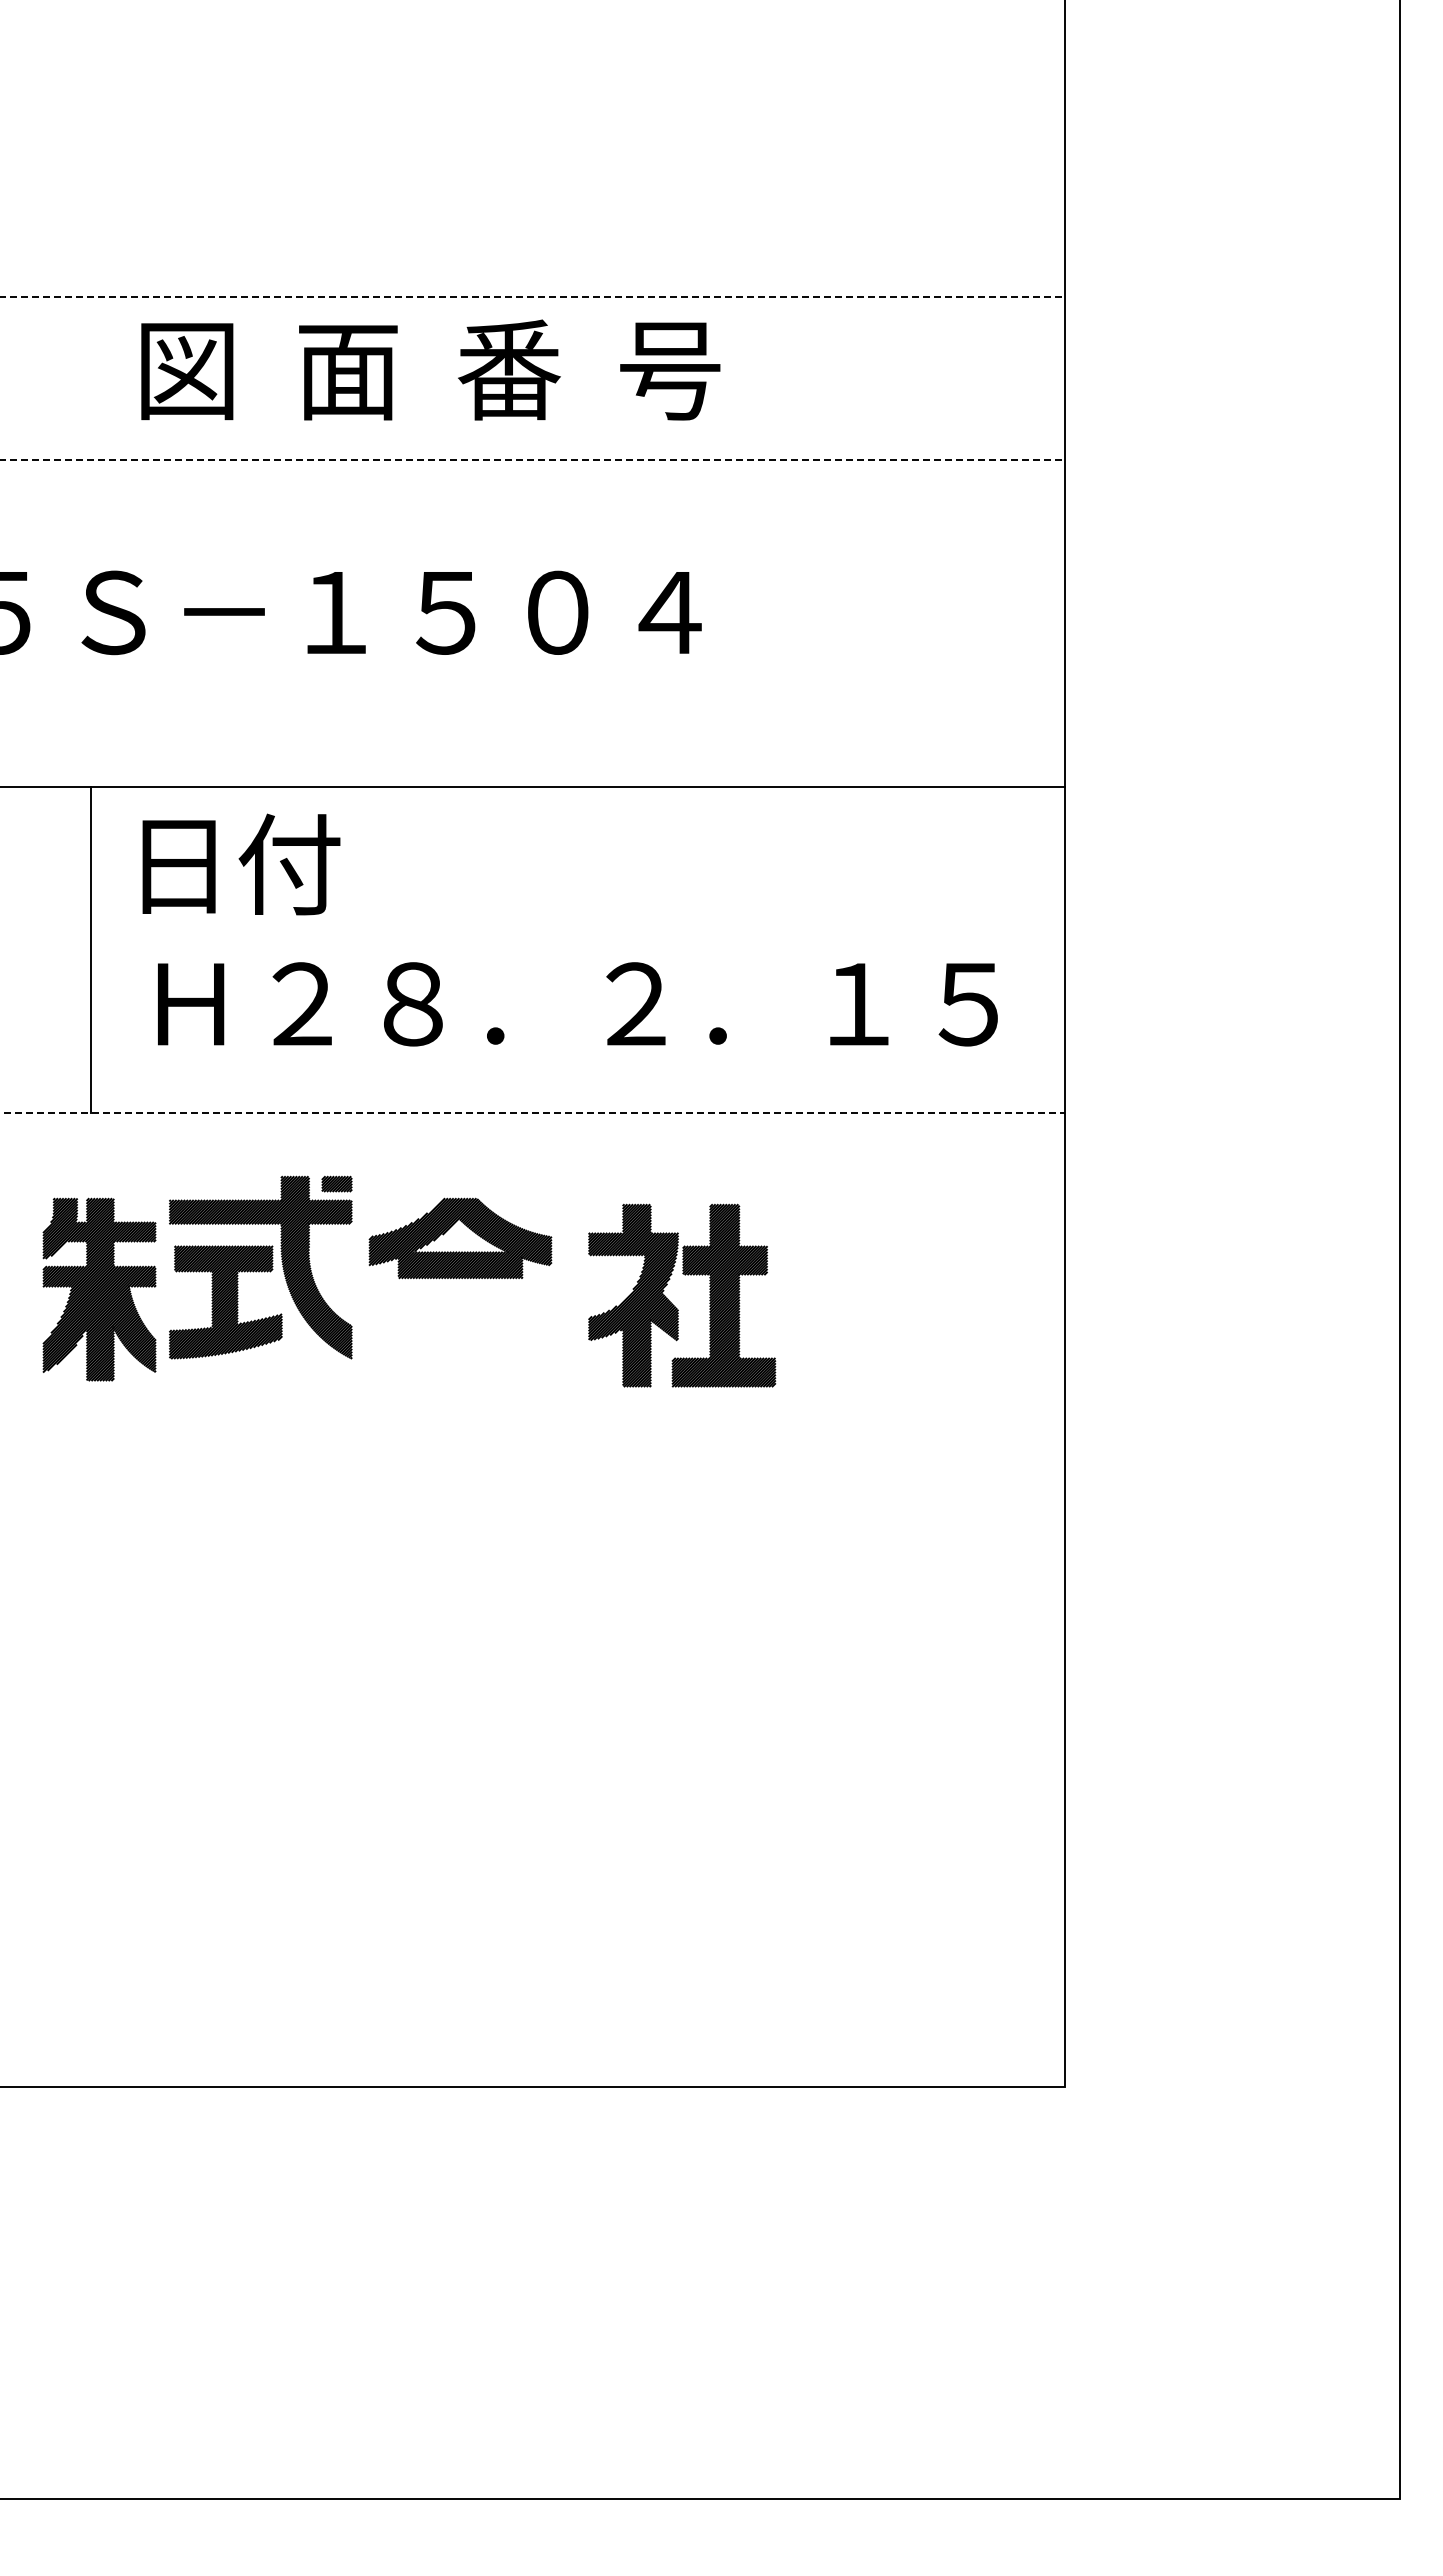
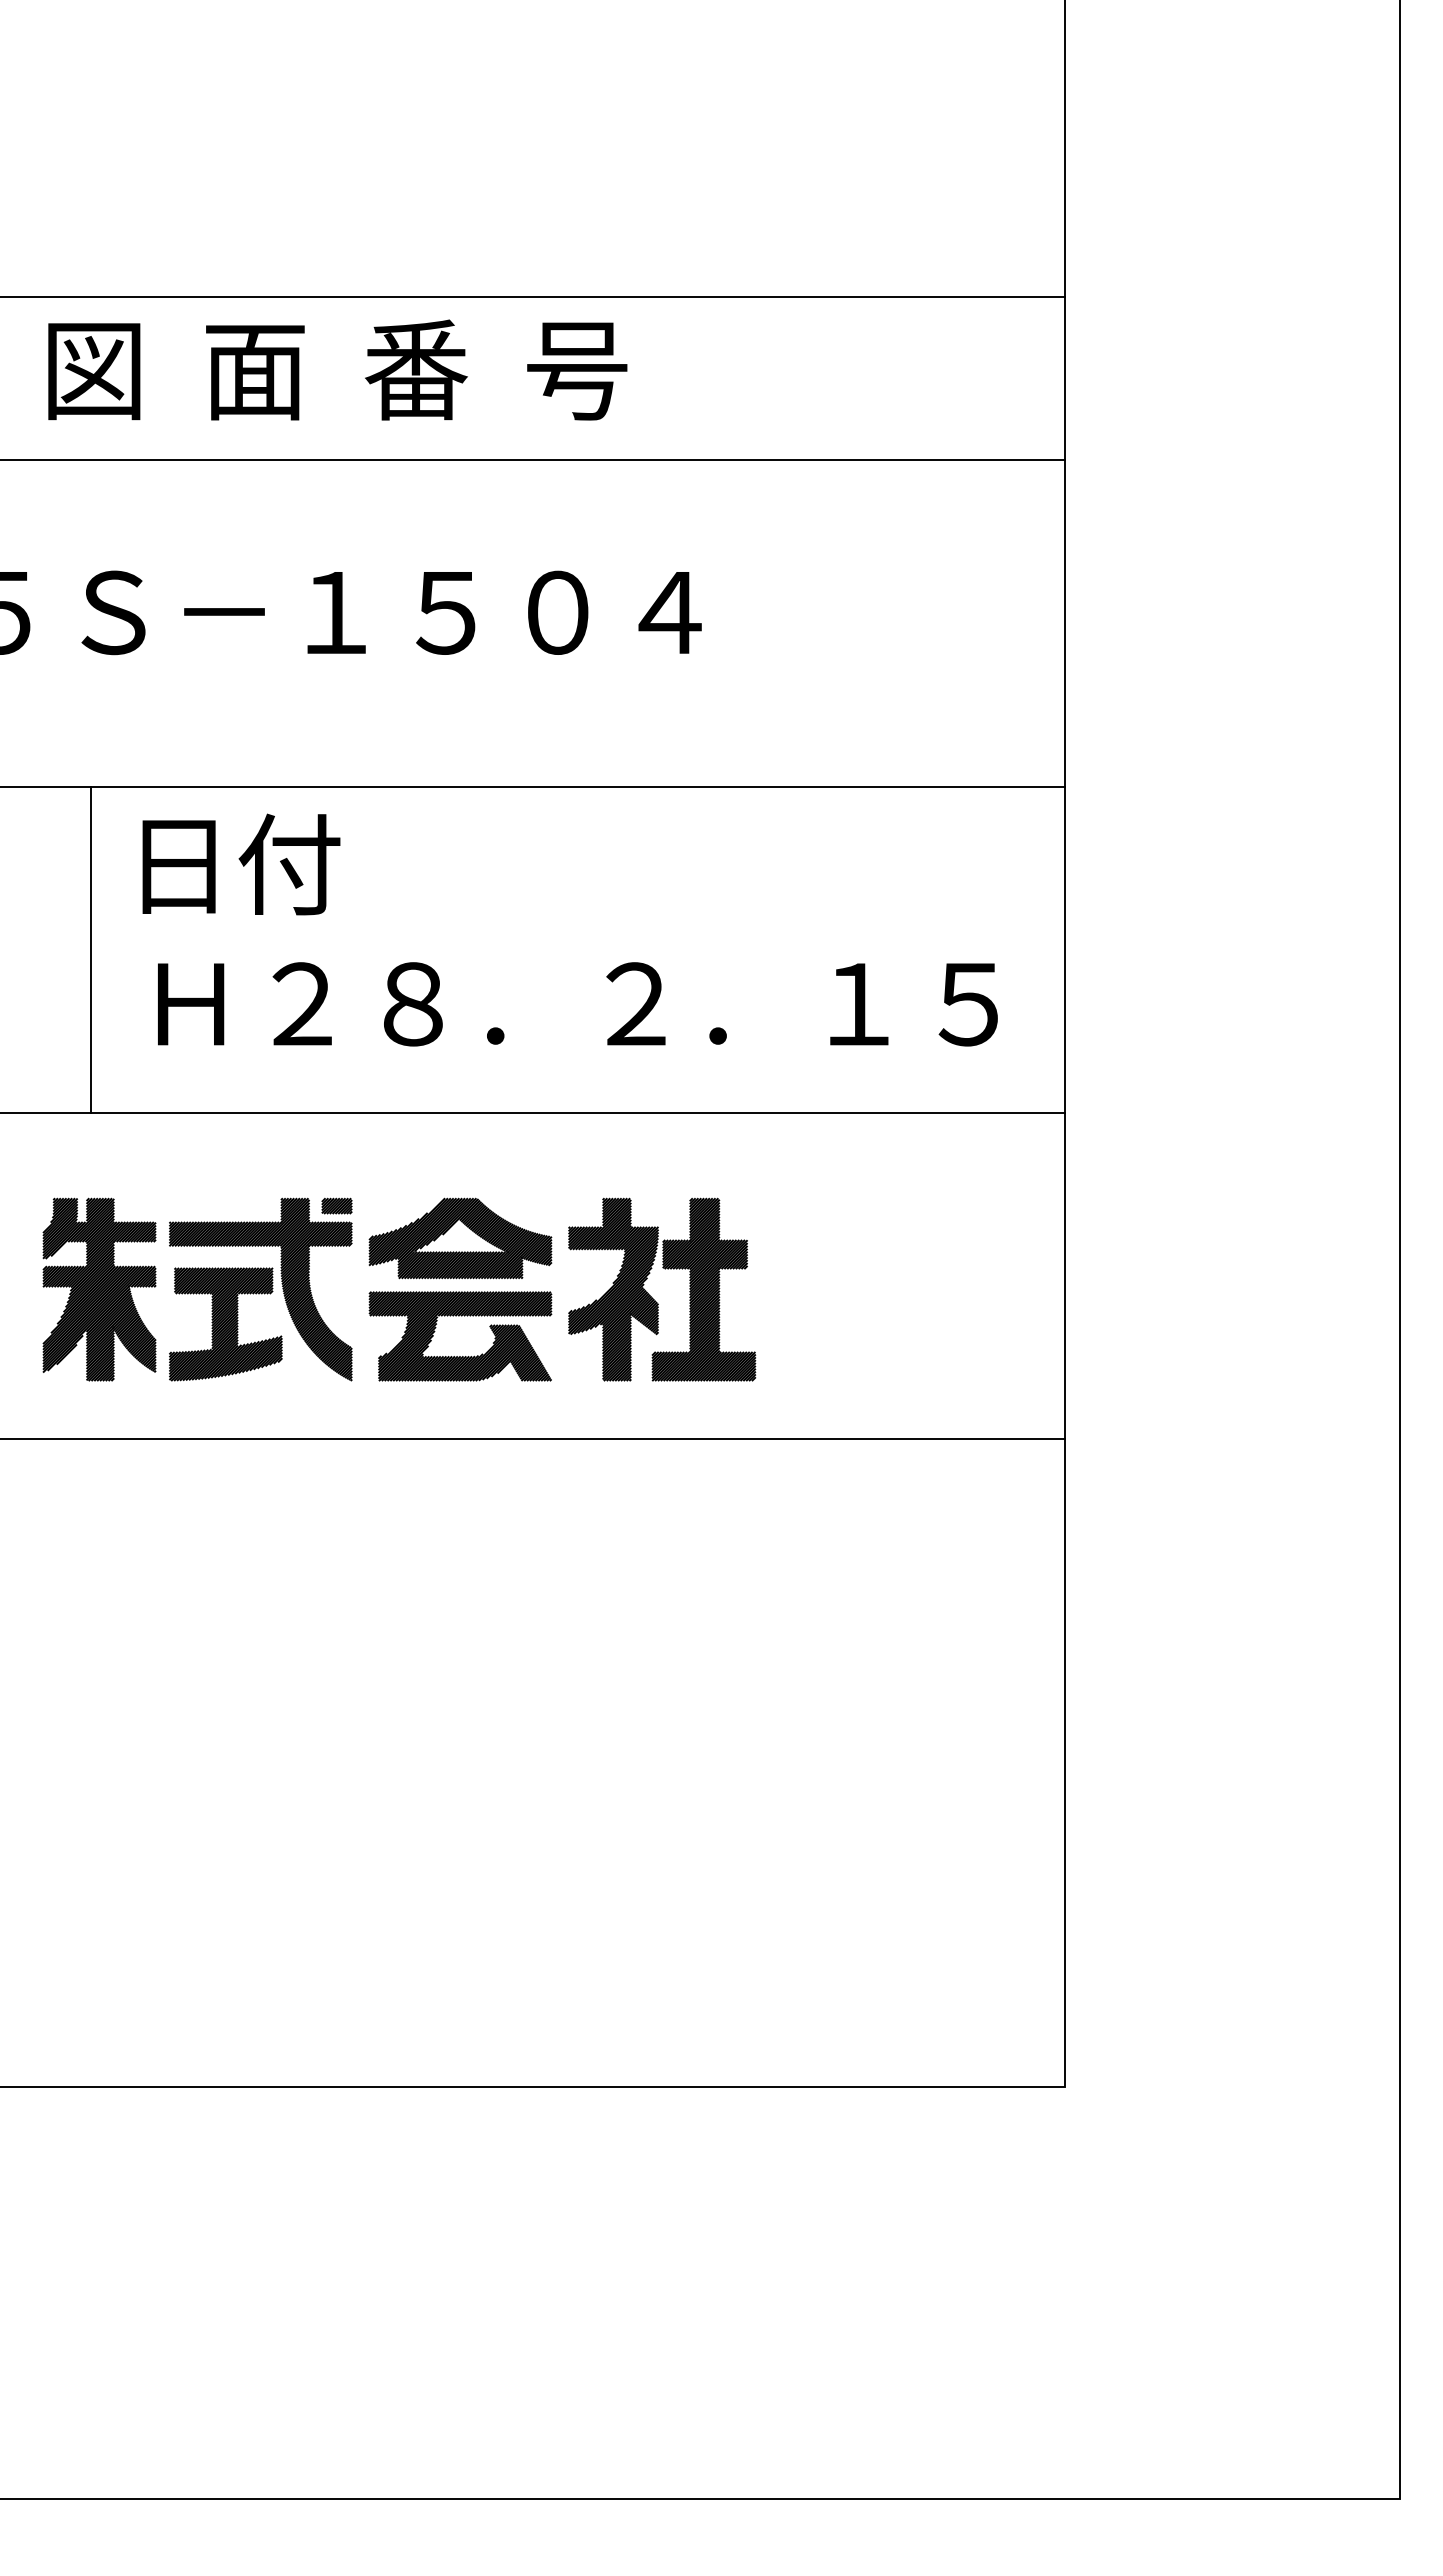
line at (533, 297): dashed -> solid
text at (430, 369) position: (430, 369) -> (337, 369)
line at (533, 460): dashed -> solid
line at (533, 1112): dashed -> solid
part at (260, 1267) position: (260, 1267) -> (260, 1289)
part at (673, 1304) position: (673, 1304) -> (653, 1298)
part at (460, 1356): none -> present
line at (533, 1438): none -> present
